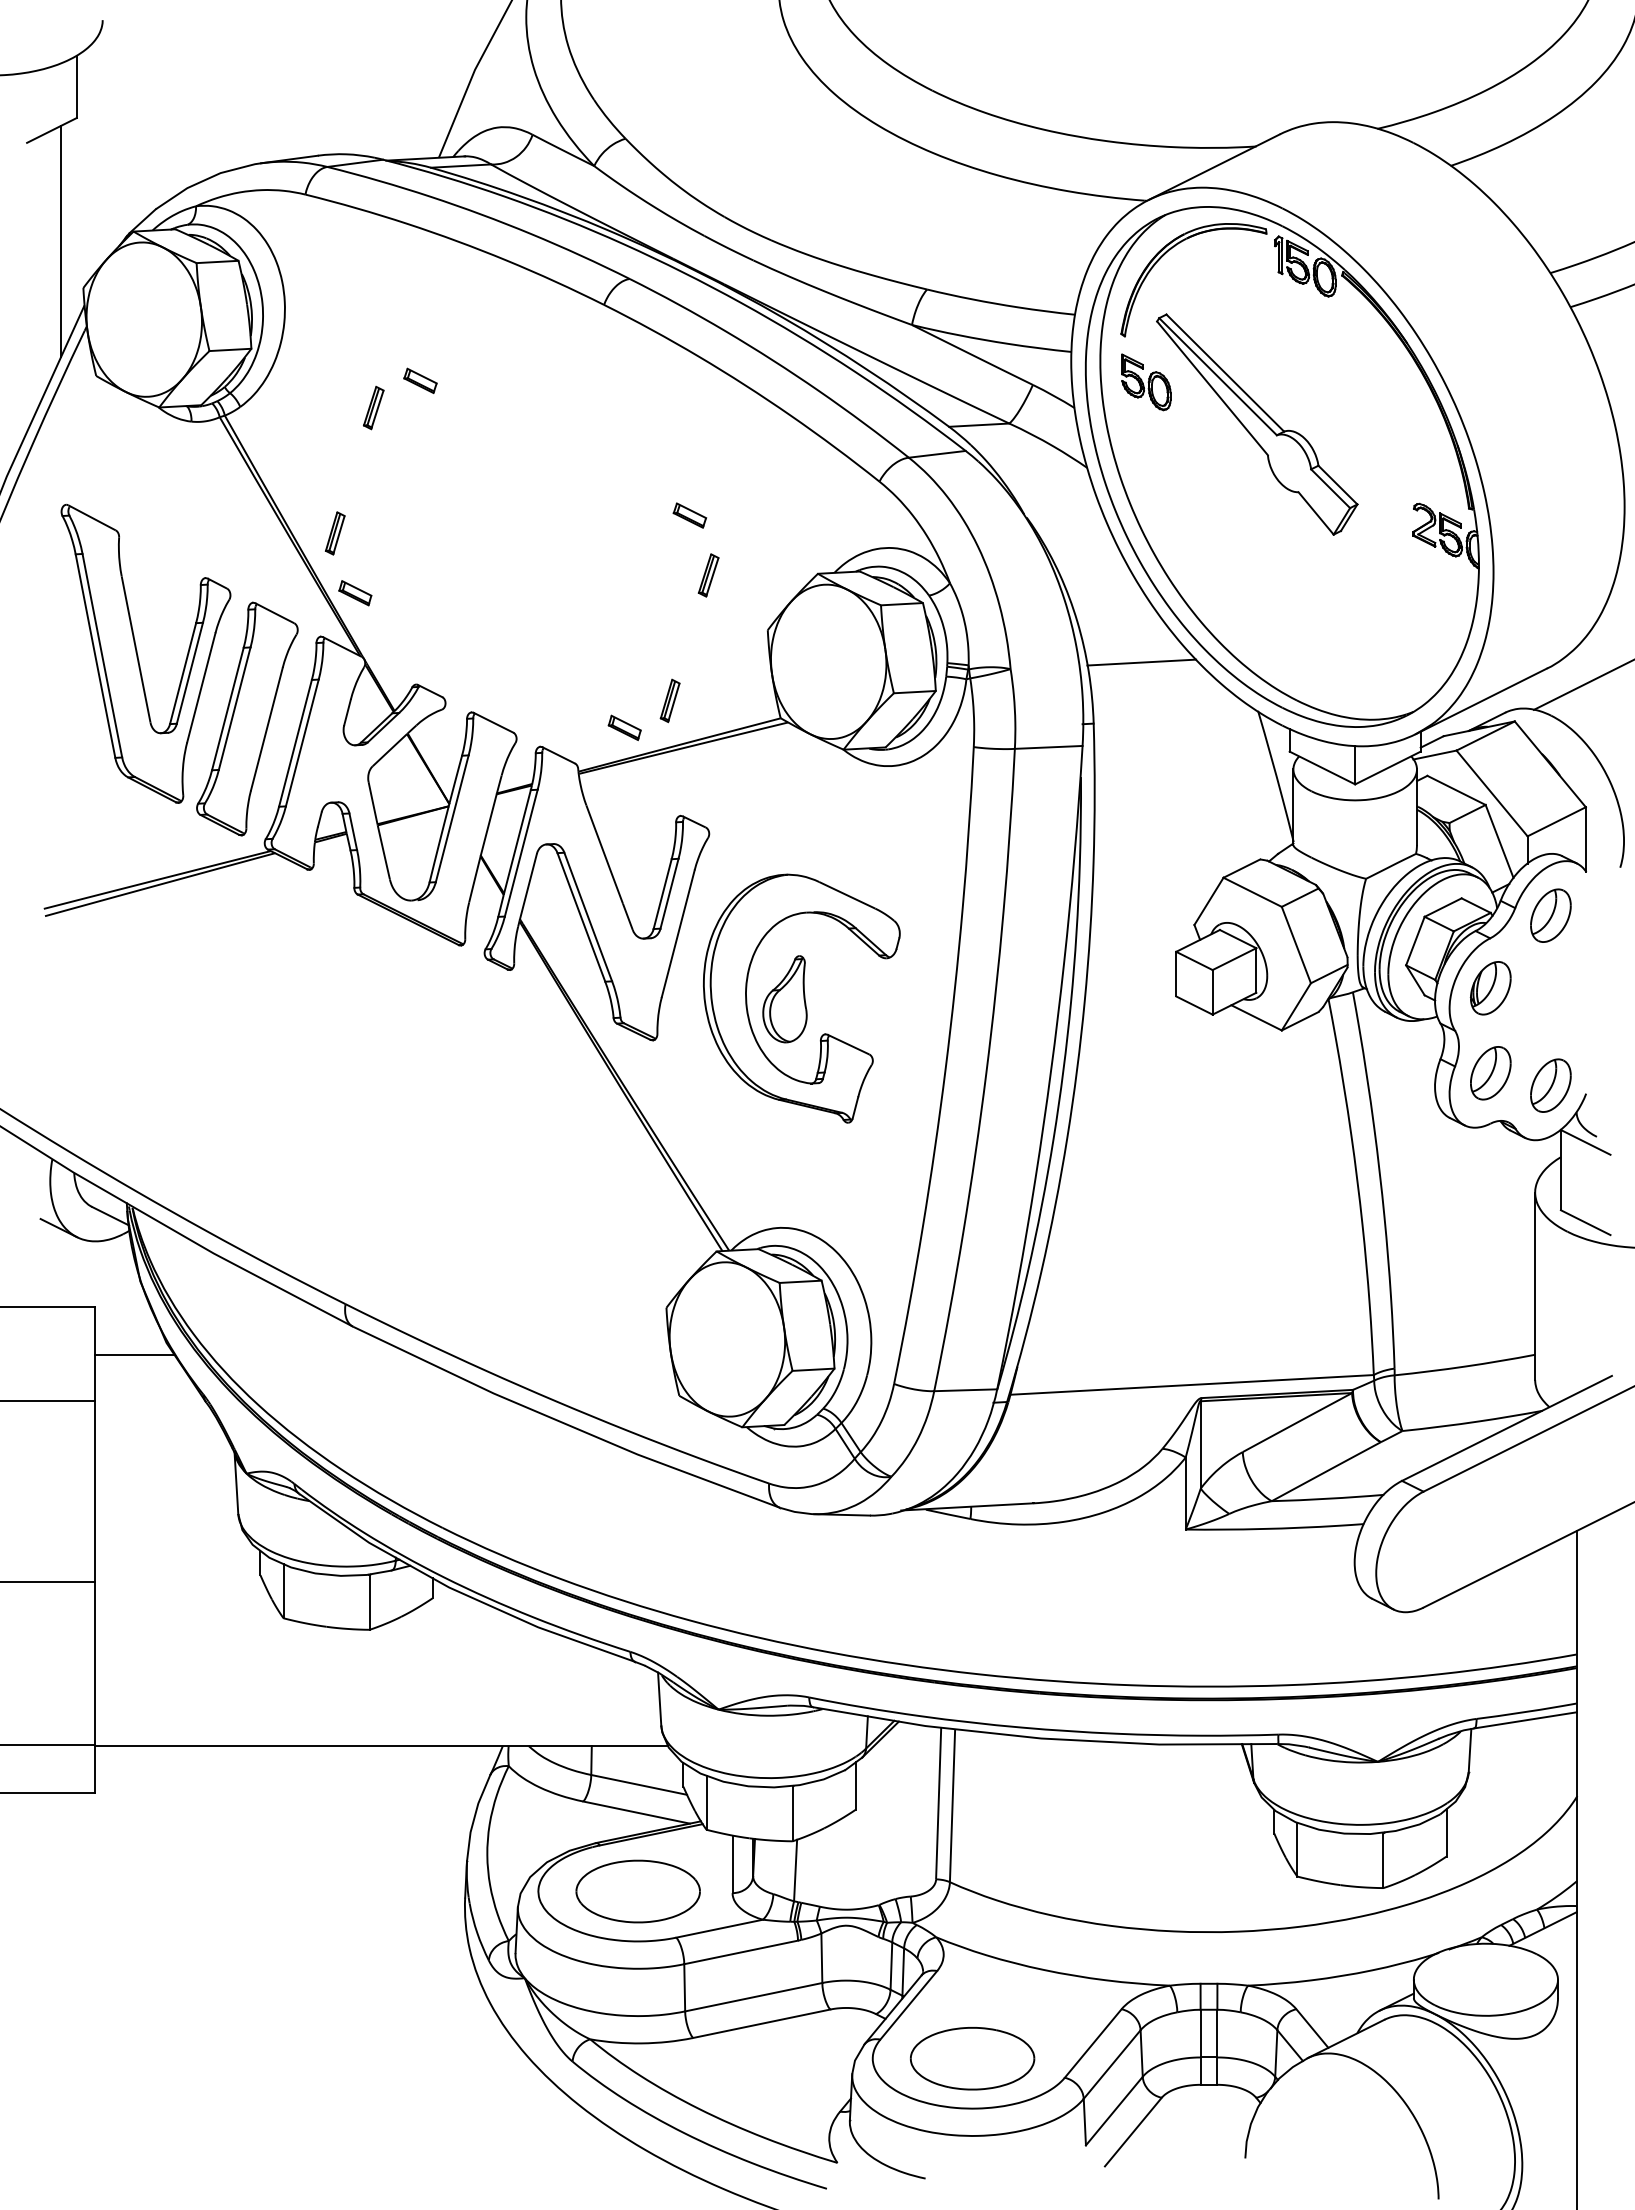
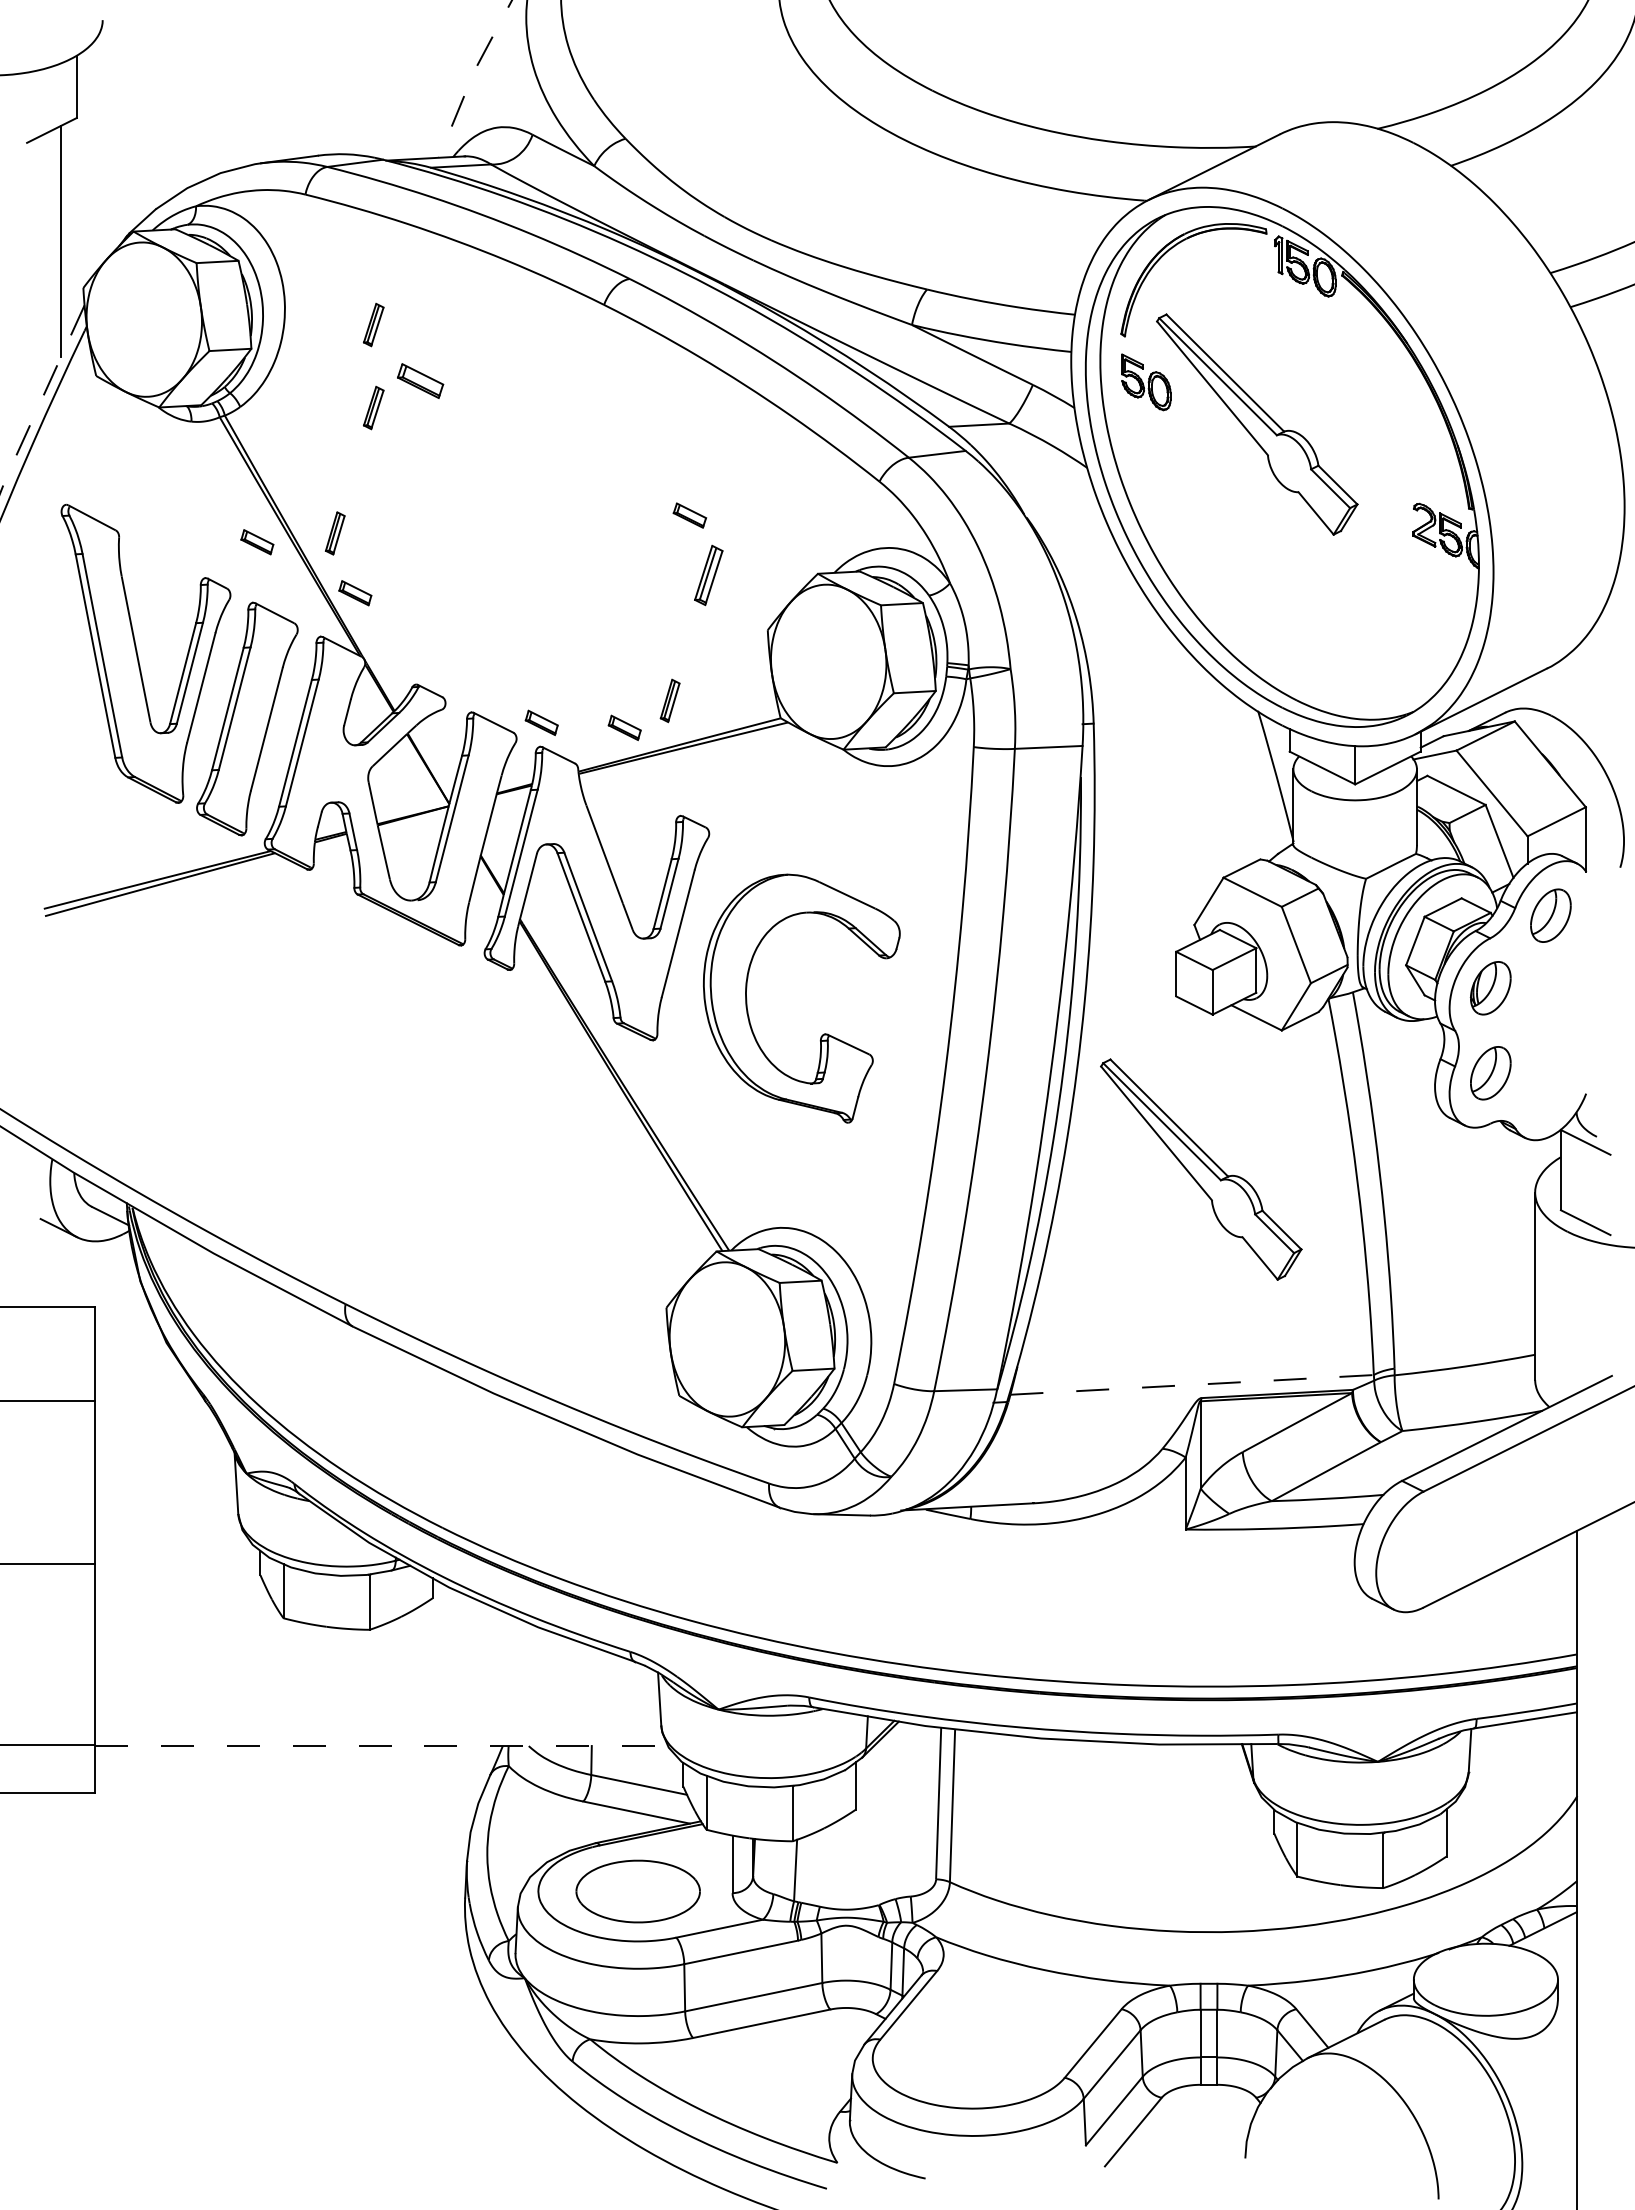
line at (472, 77): solid -> dashed
part at (373, 324): none -> present
part at (420, 380) size: 35x27 px -> 48x36 px
line at (41, 399): solid -> dashed
part at (257, 542): none -> present
part at (708, 575) size: 23x45 px -> 30x63 px
line at (1141, 662): present -> none
line at (1582, 684): present -> none
part at (541, 722): none -> present
part at (784, 999): present -> none
part at (1550, 1085): present -> none
part at (1201, 1169): none -> present
line at (134, 1354): present -> none
line at (1192, 1384): solid -> dashed
line at (48, 1582) position: (48, 1582) -> (48, 1564)
line at (381, 1746): solid -> dashed
part at (972, 2058): present -> none
